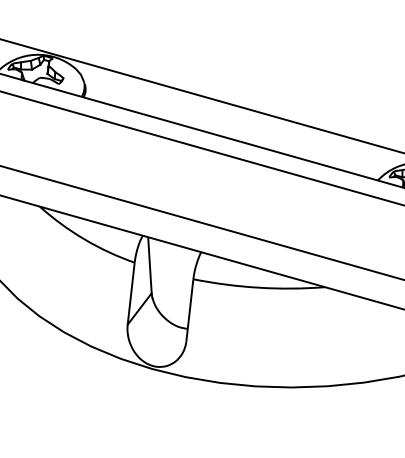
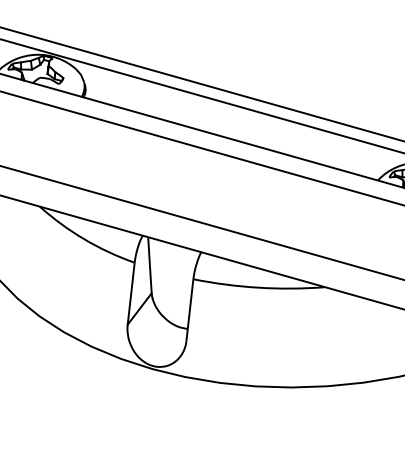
line at (201, 84): none -> present
